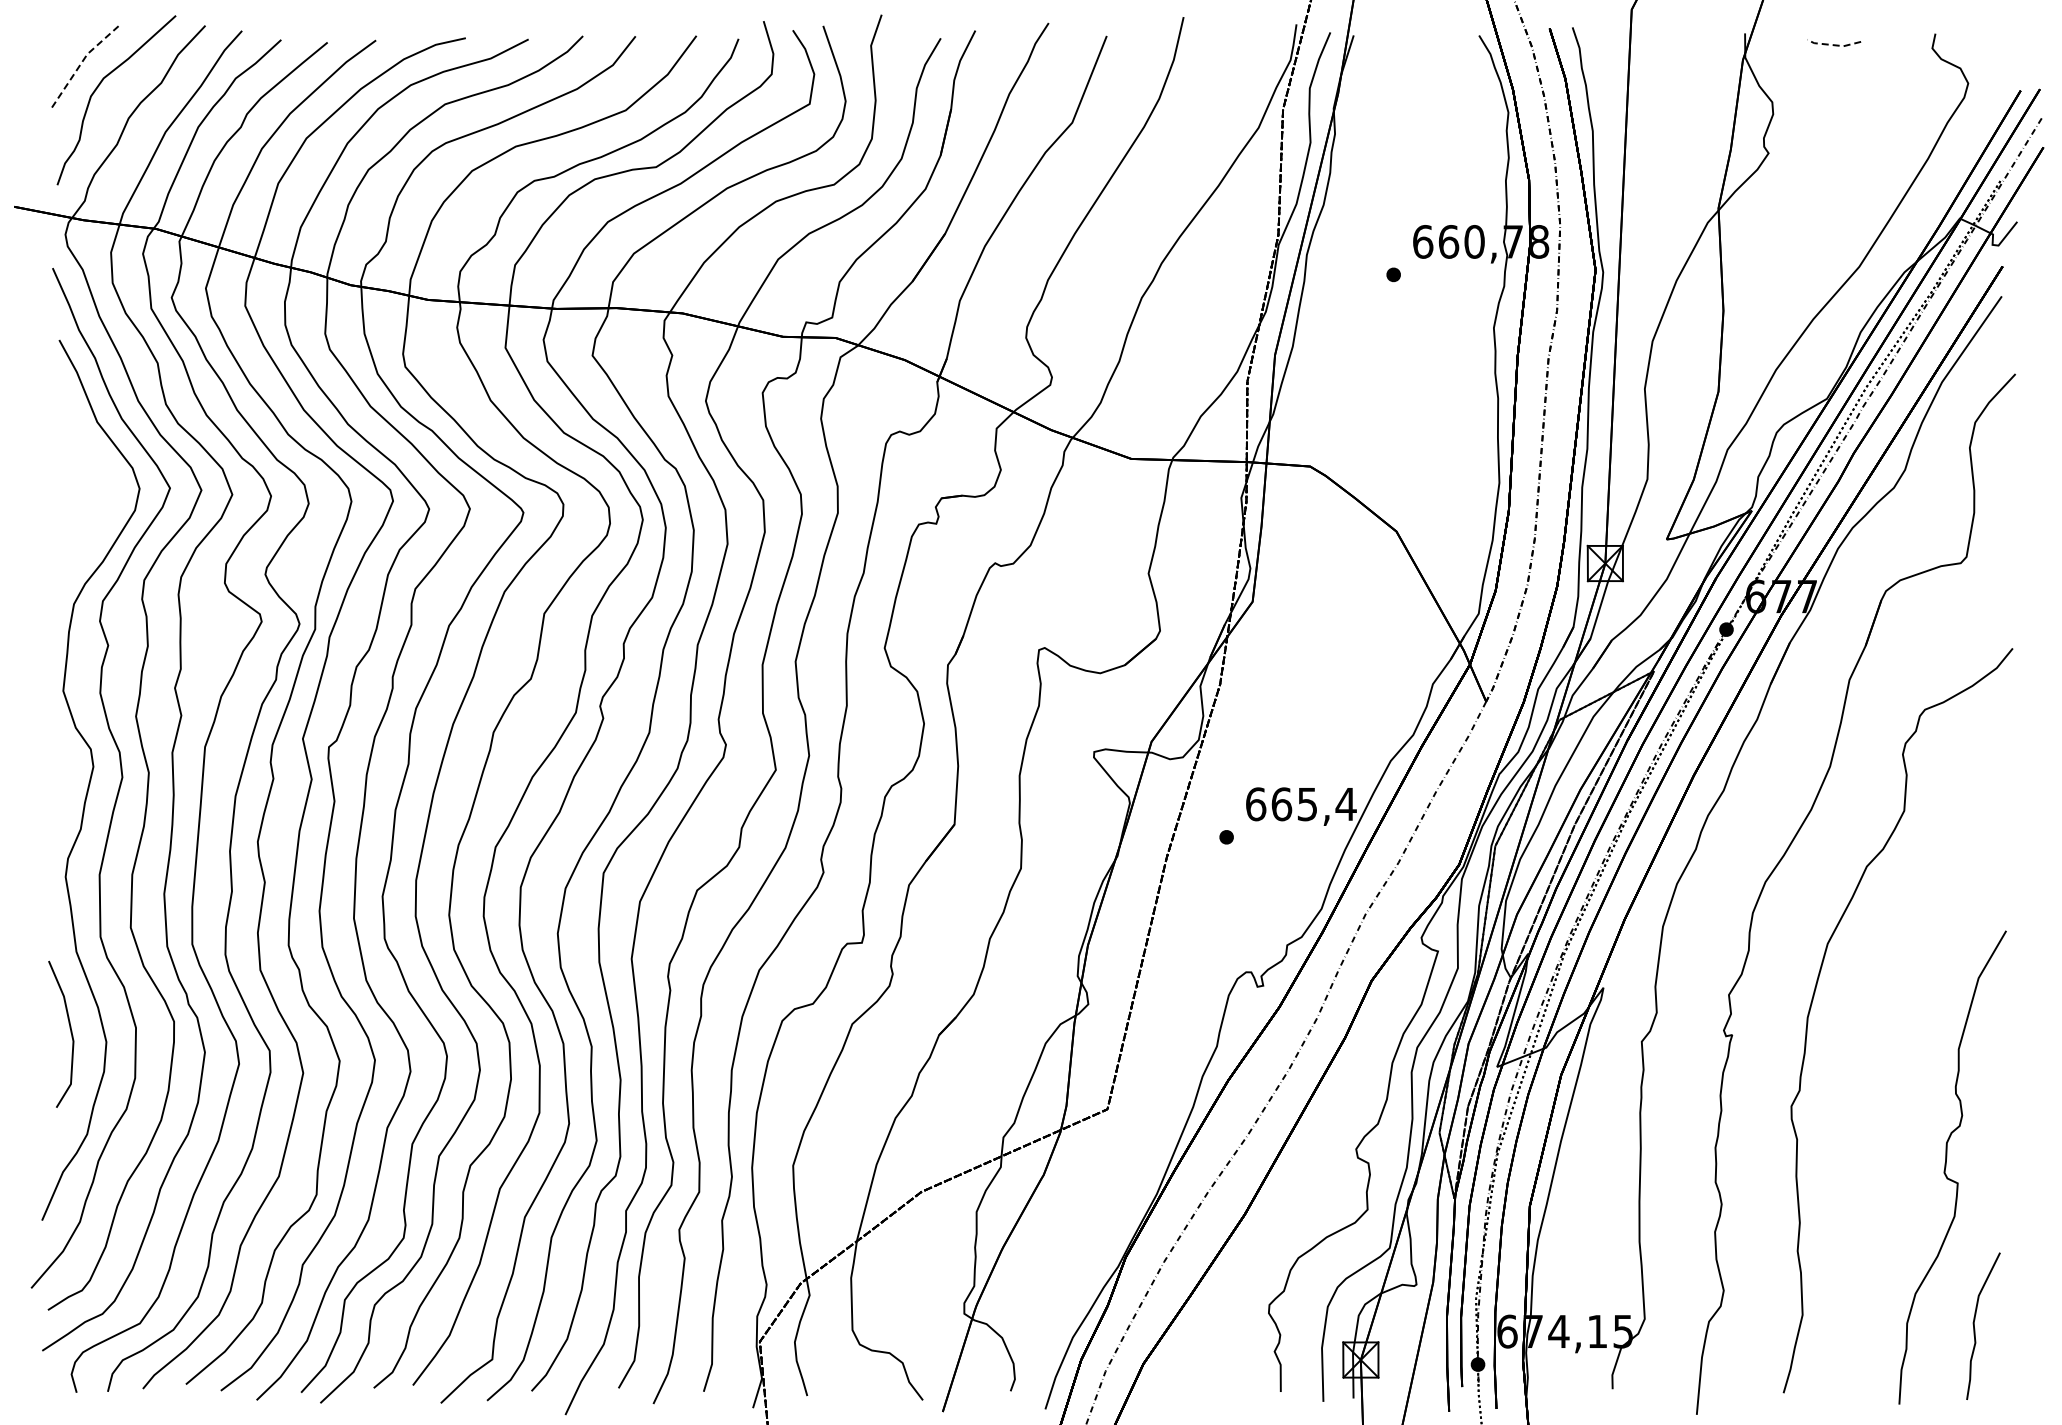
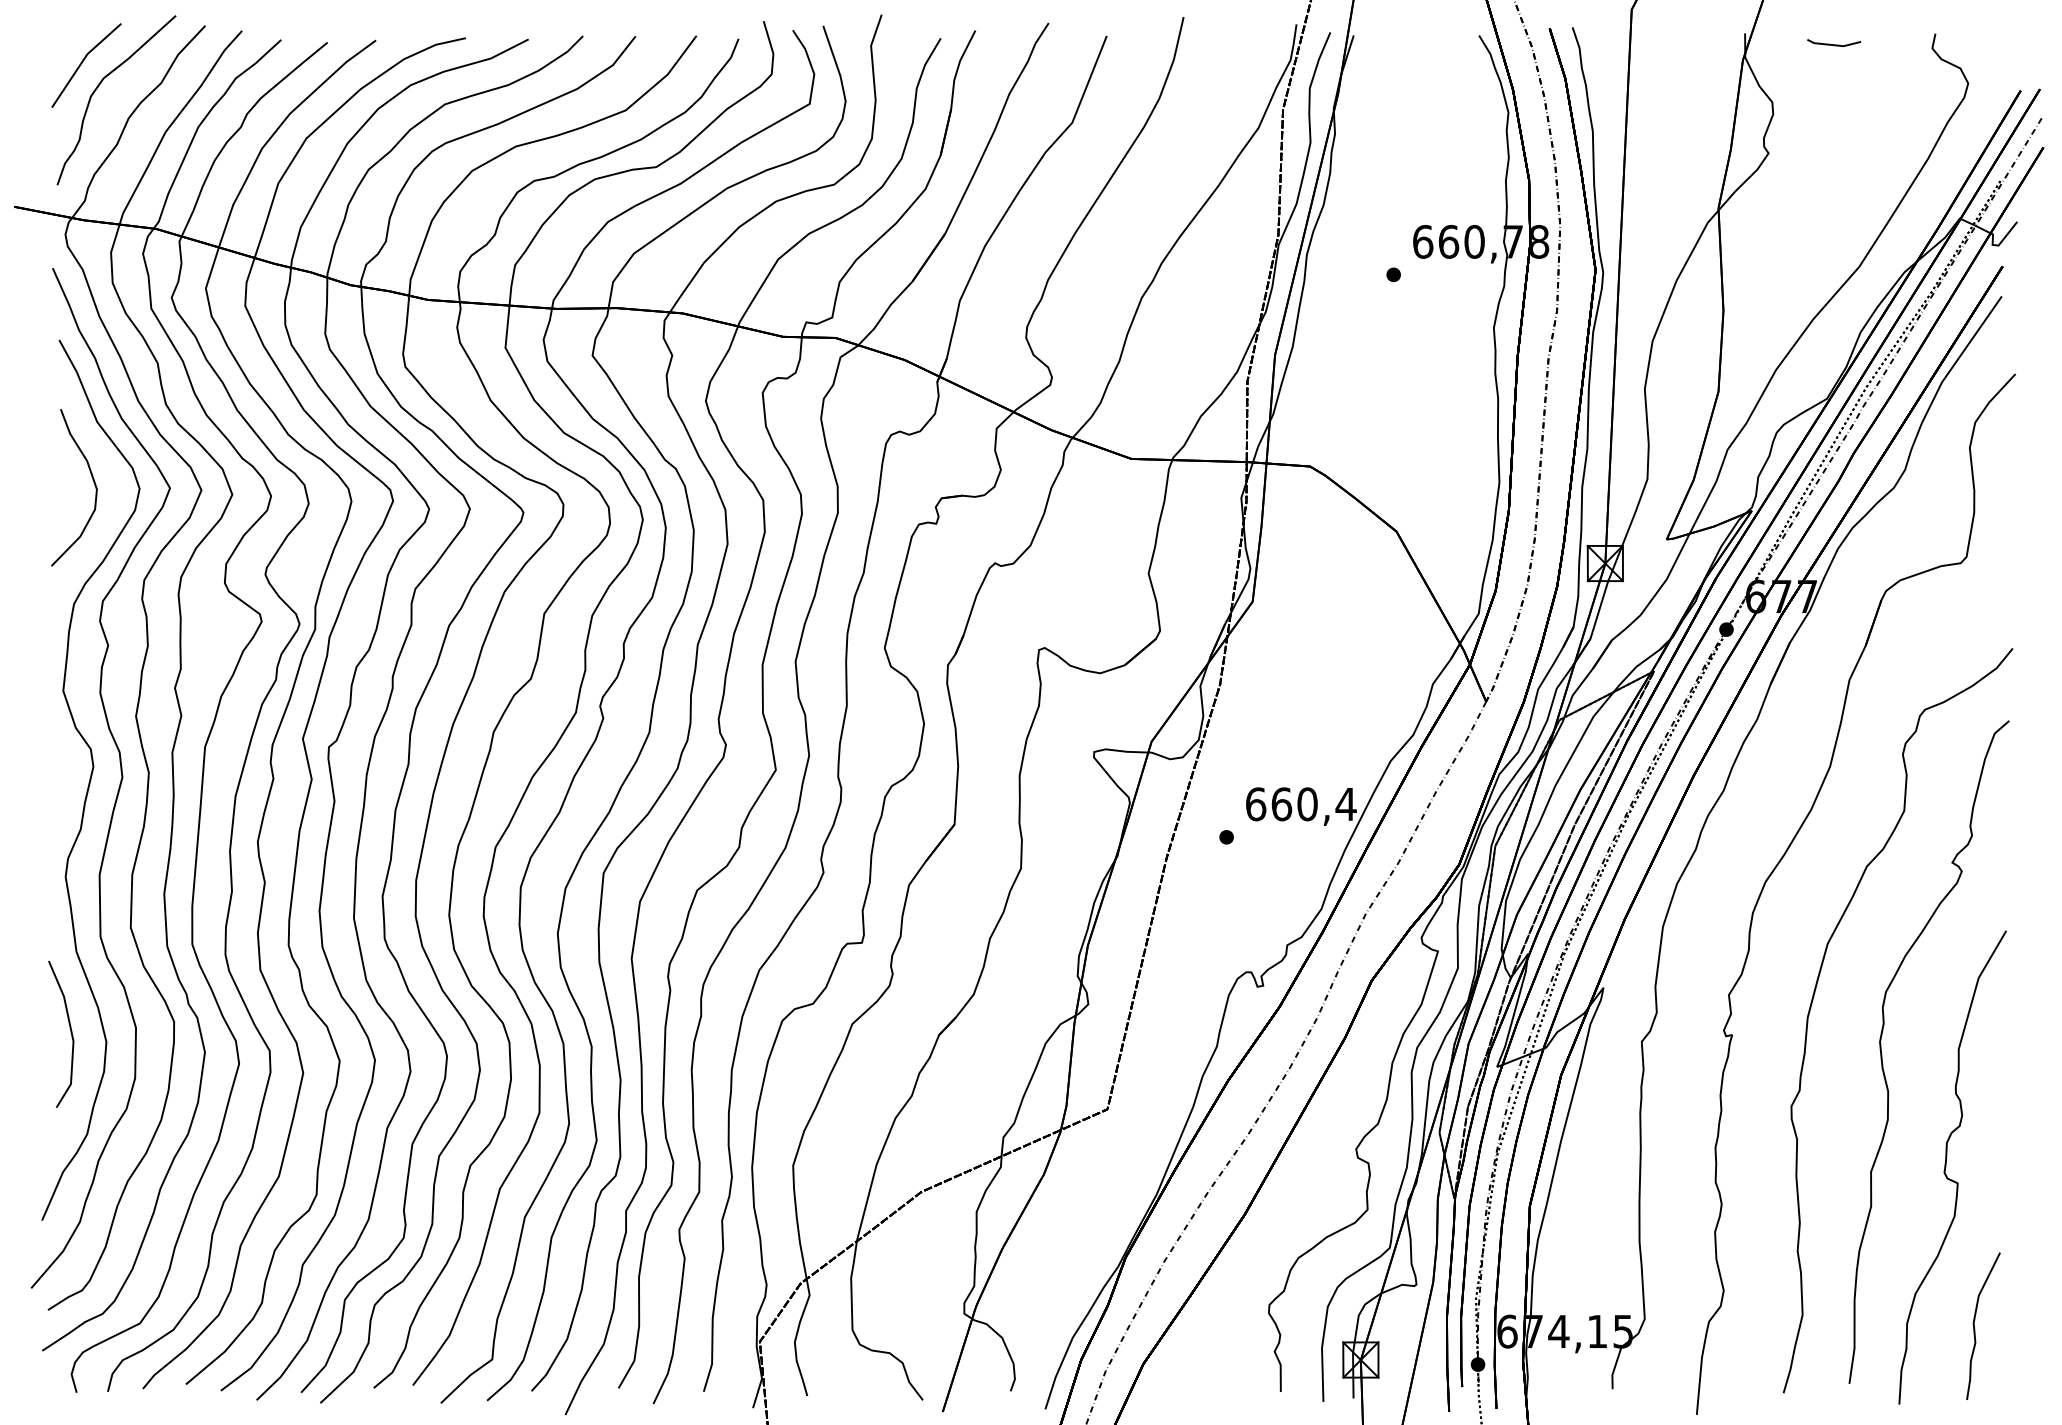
line at (1833, 45): dashed -> solid
line at (82, 61): dashed -> solid
curve at (92, 480): none -> present
text at (1307, 804): 665,4 -> 660,4
curve at (1882, 1054): none -> present
